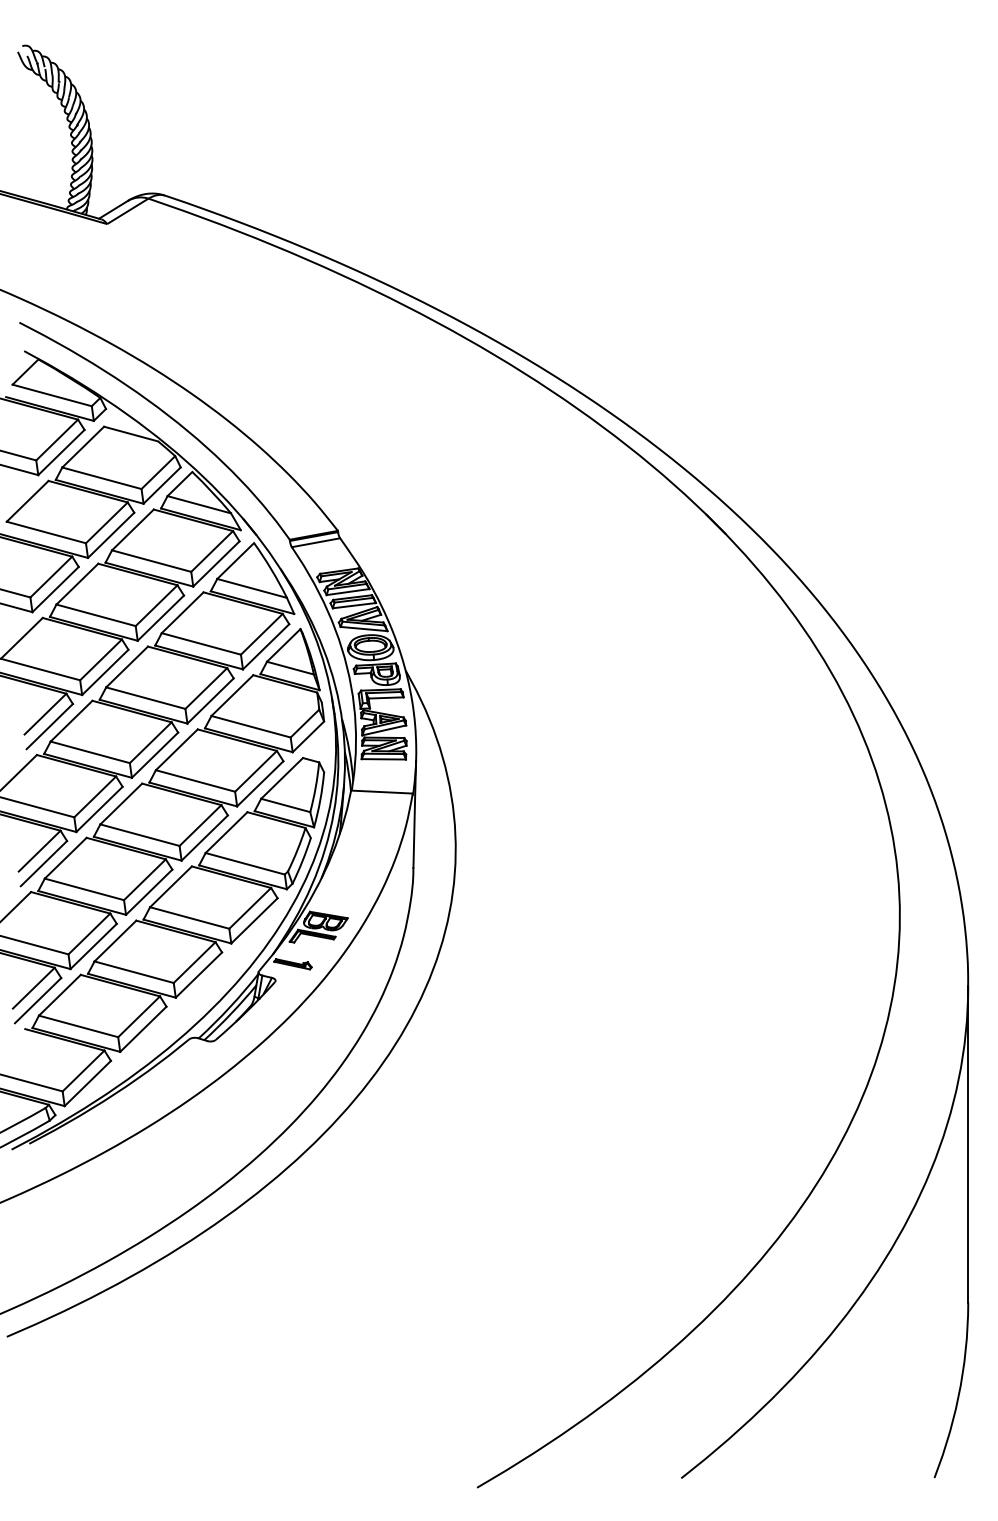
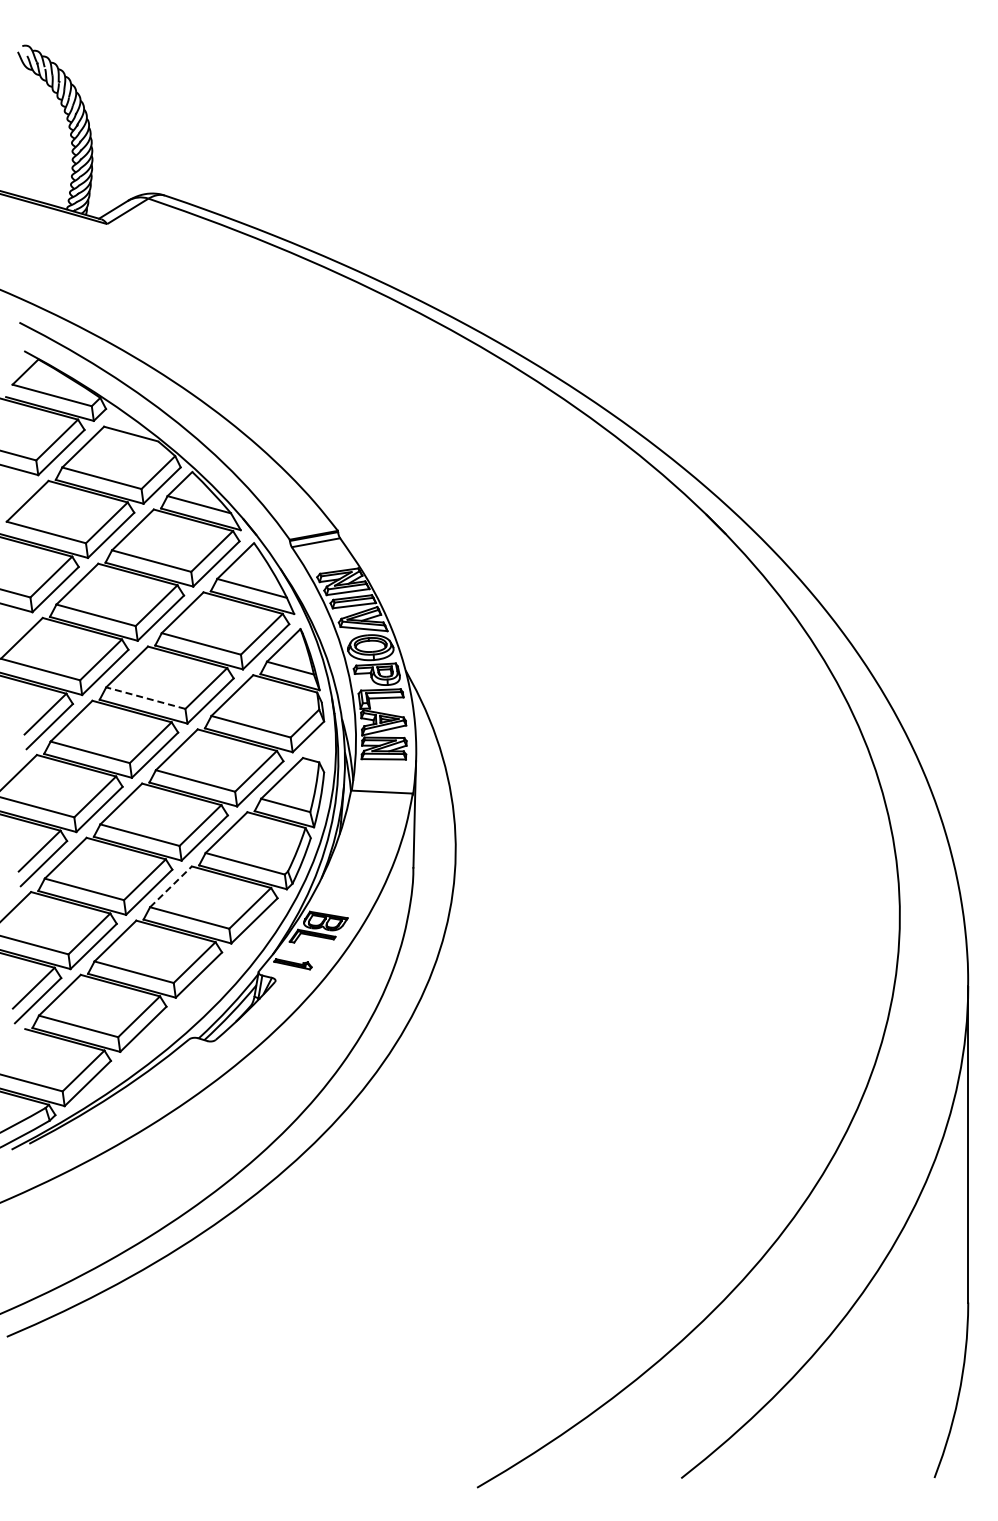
line at (145, 698): solid -> dashed
line at (171, 886): solid -> dashed
